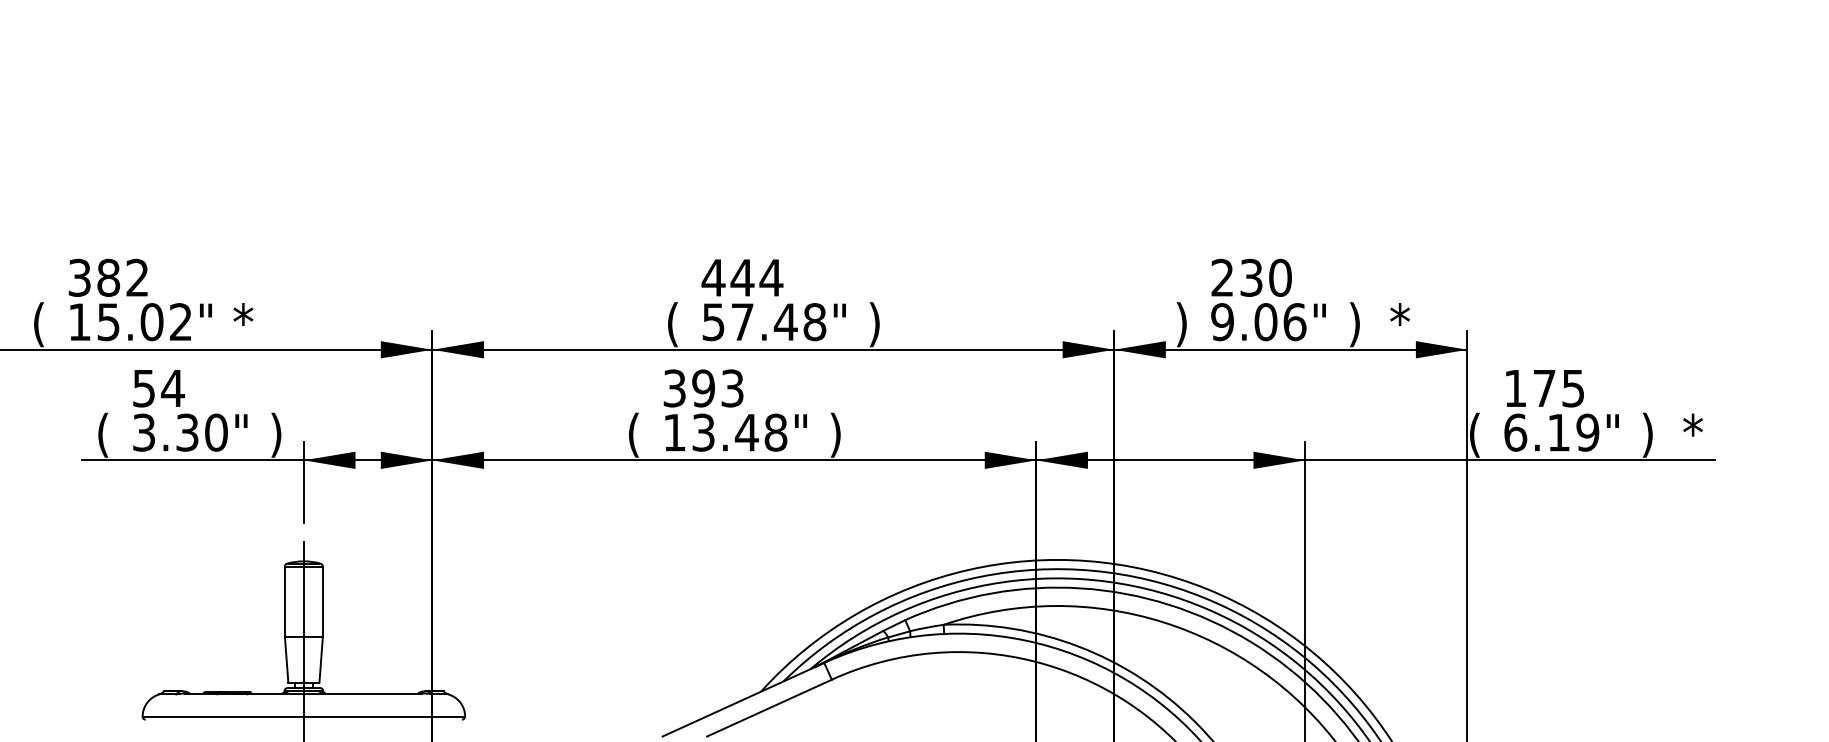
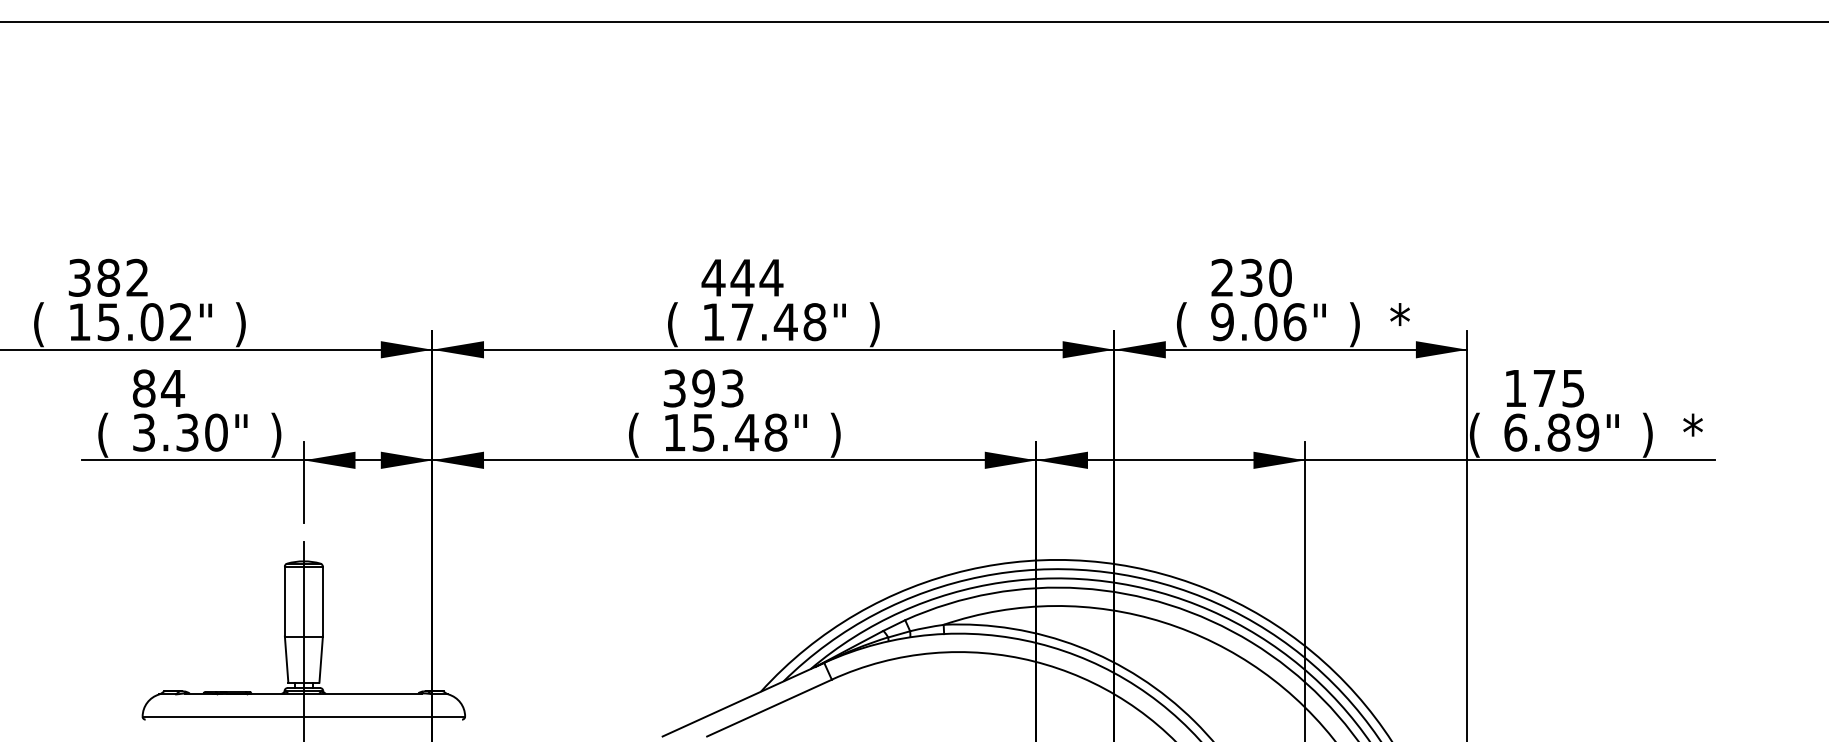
line at (913, 22): none -> present
text at (713, 322): 57.48" -> 17.48"
text at (243, 324): * -> )
text at (1181, 324): ) -> (
text at (143, 388): 54 -> 84
text at (703, 432): 13.48" -> 15.48"
text at (1558, 432): 6.19" -> 6.89"
